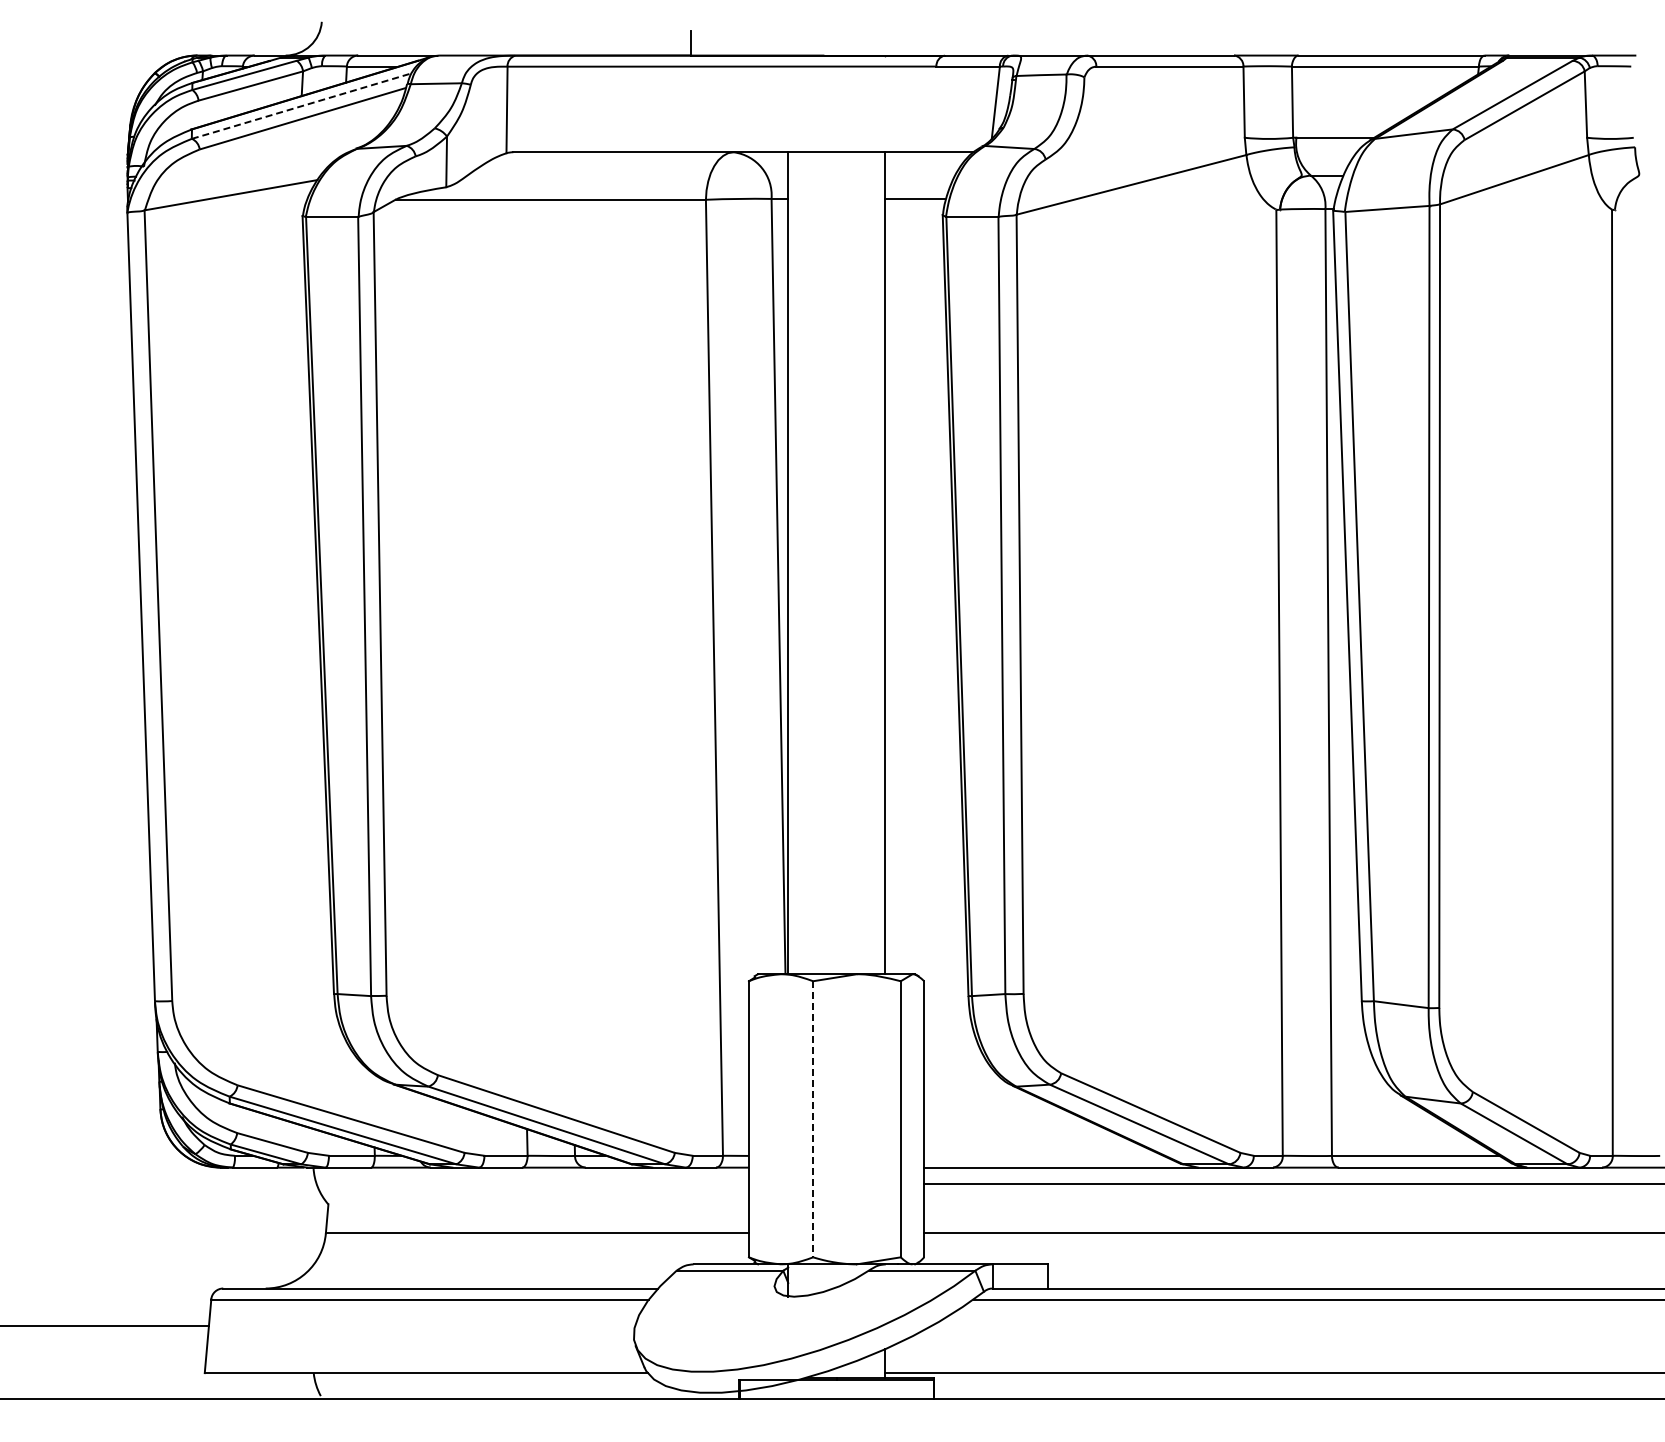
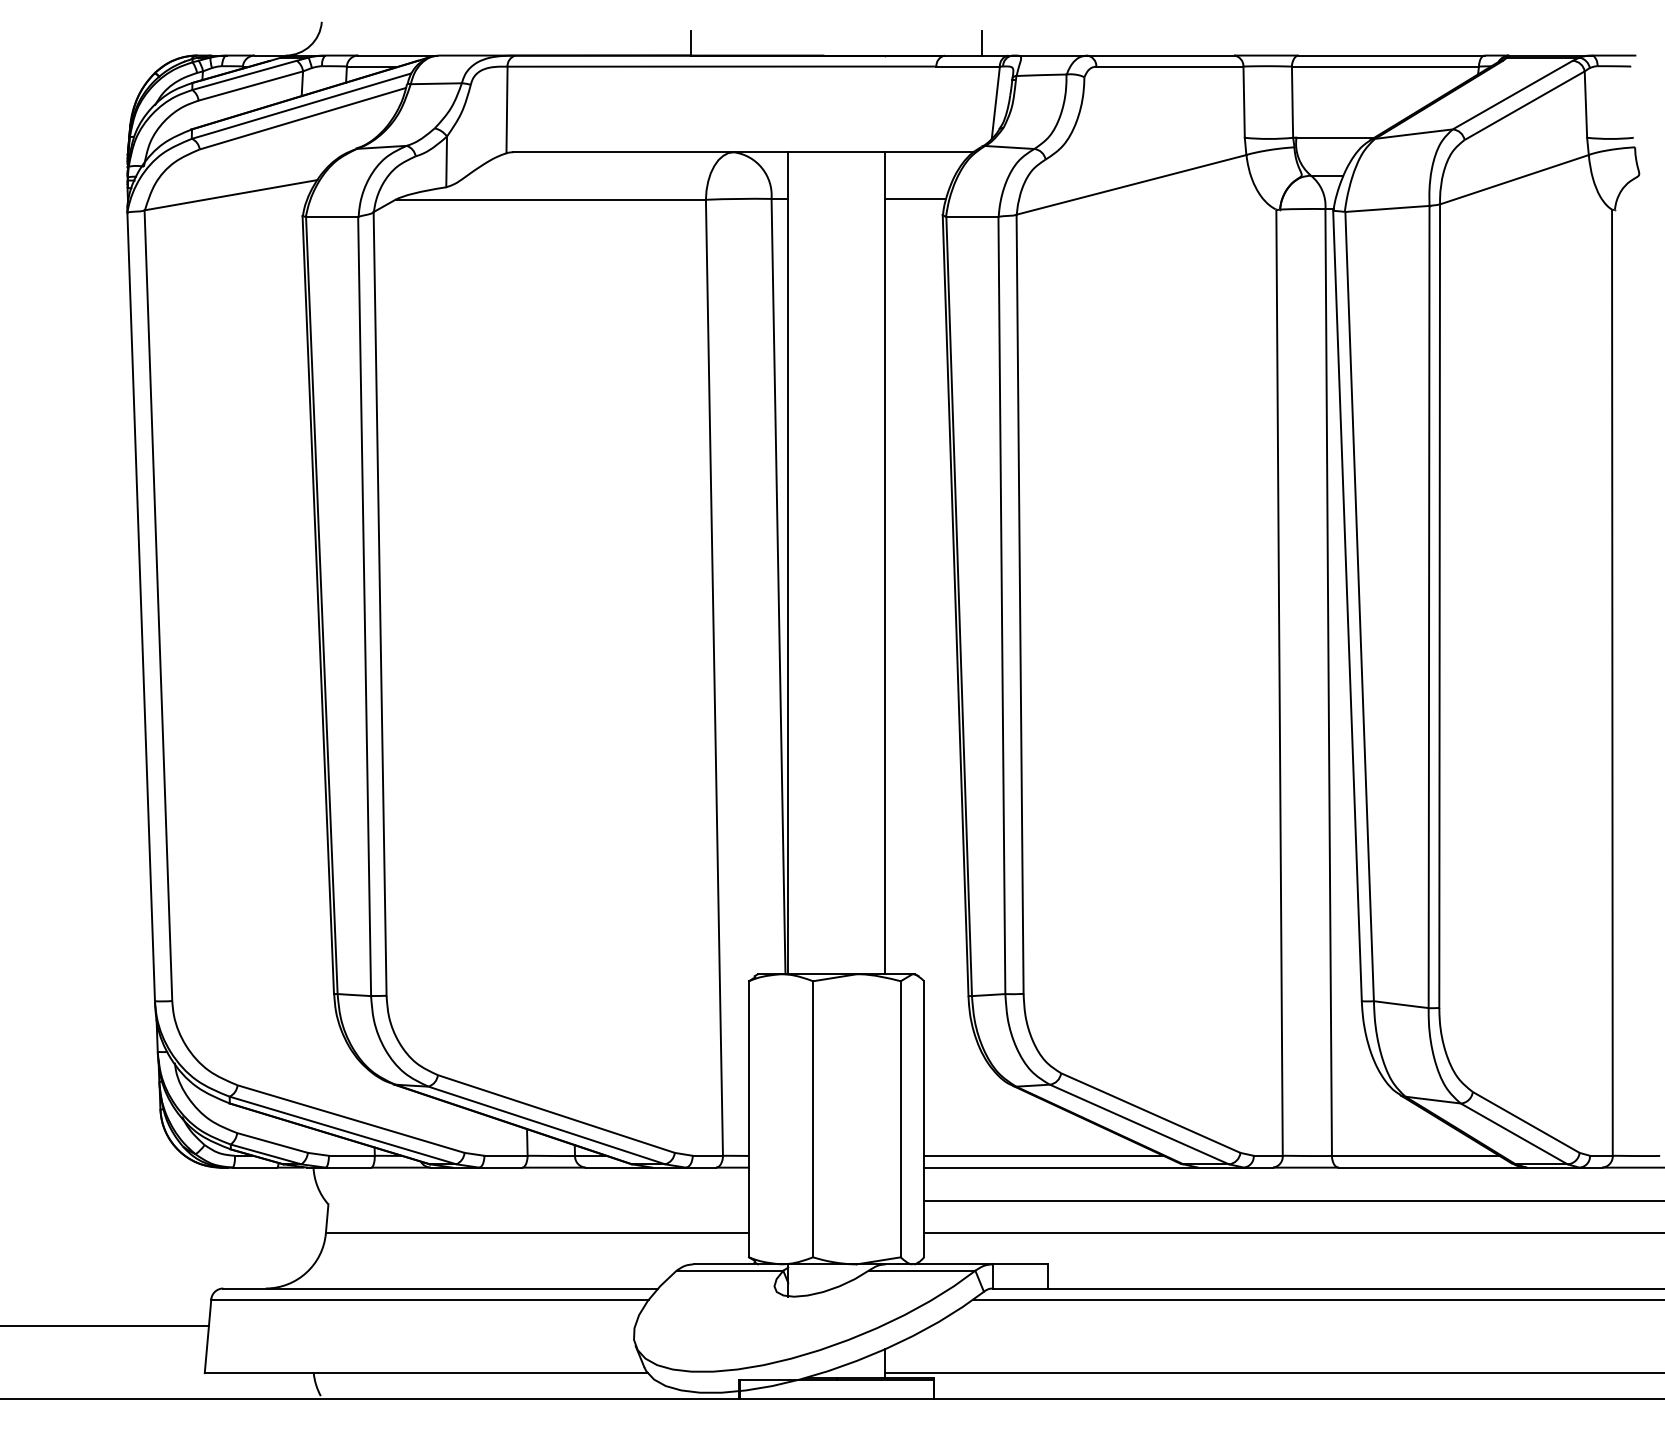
line at (981, 43): none -> present
line at (300, 106): dashed -> solid
line at (813, 1119): dashed -> solid
line at (1043, 1155): none -> present
line at (1292, 1183) position: (1292, 1183) -> (1292, 1200)
